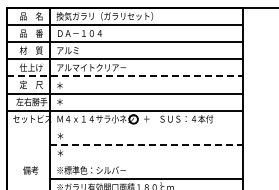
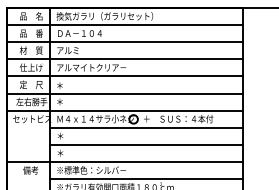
line at (125, 76): dashed -> solid
line at (146, 127): none -> present
line at (146, 144): dashed -> solid
line at (124, 161): none -> present
